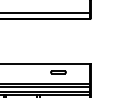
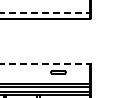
line at (45, 13): solid -> dashed
line at (45, 63): solid -> dashed
